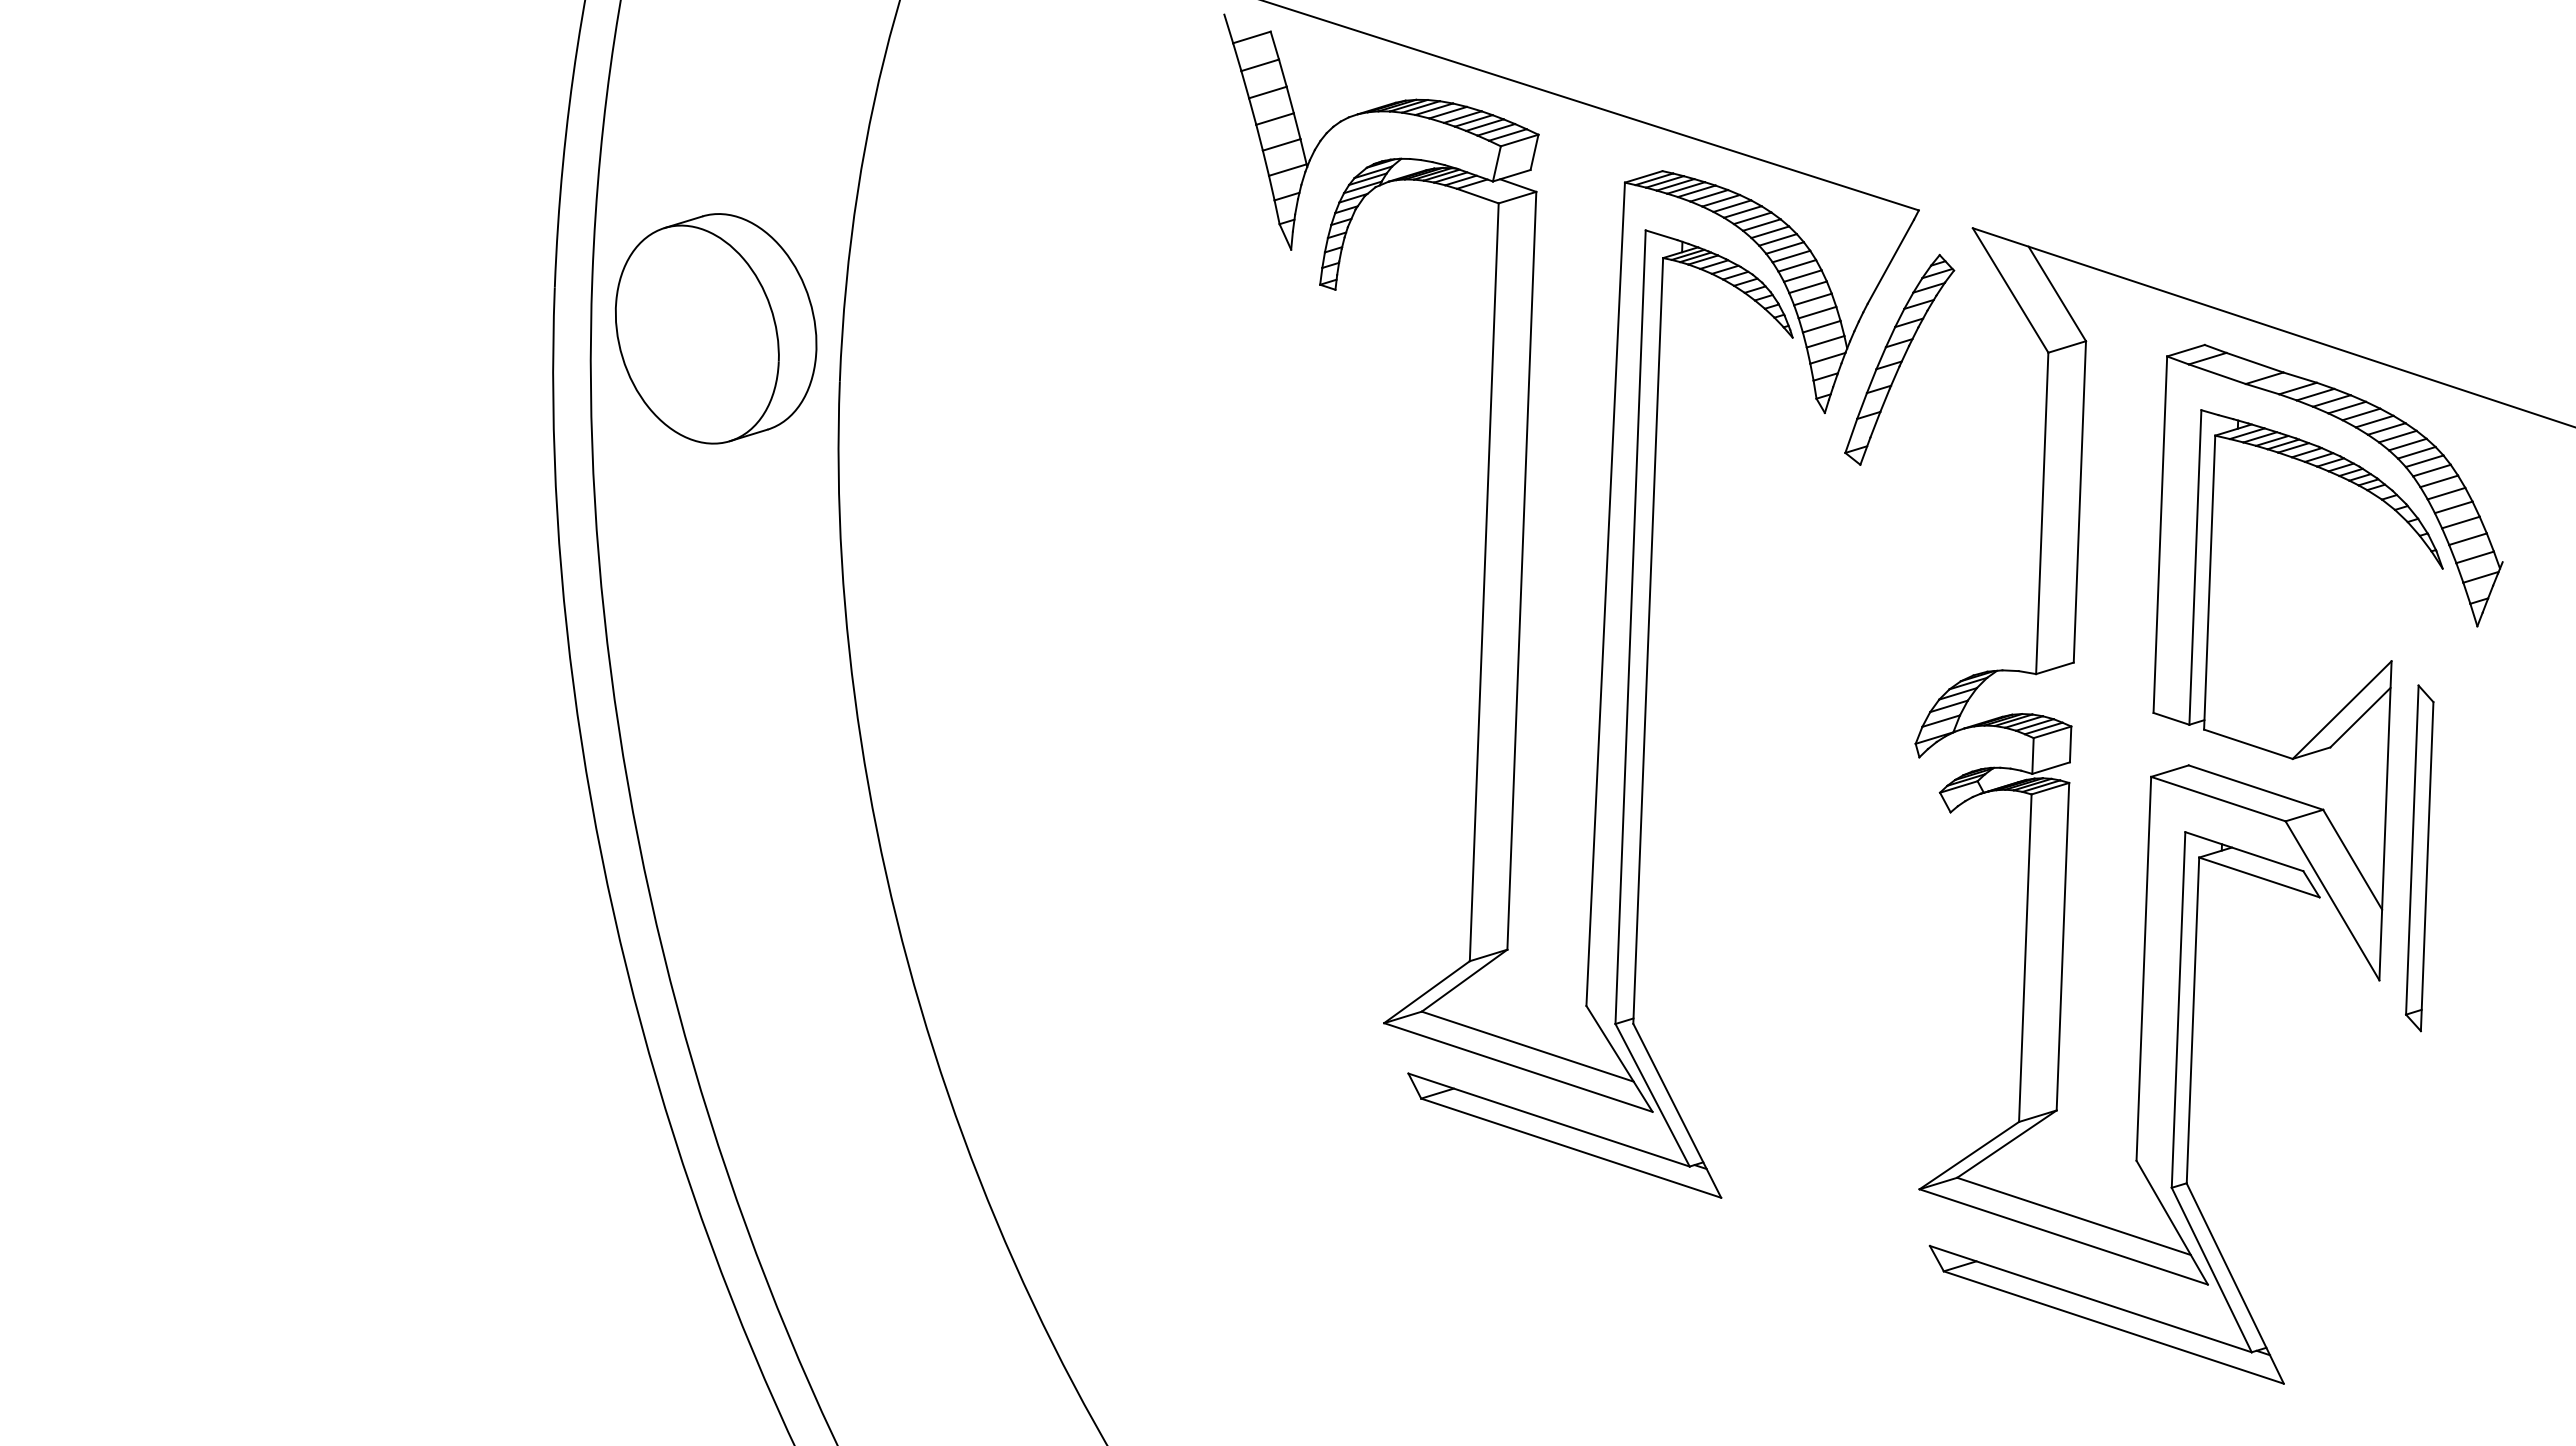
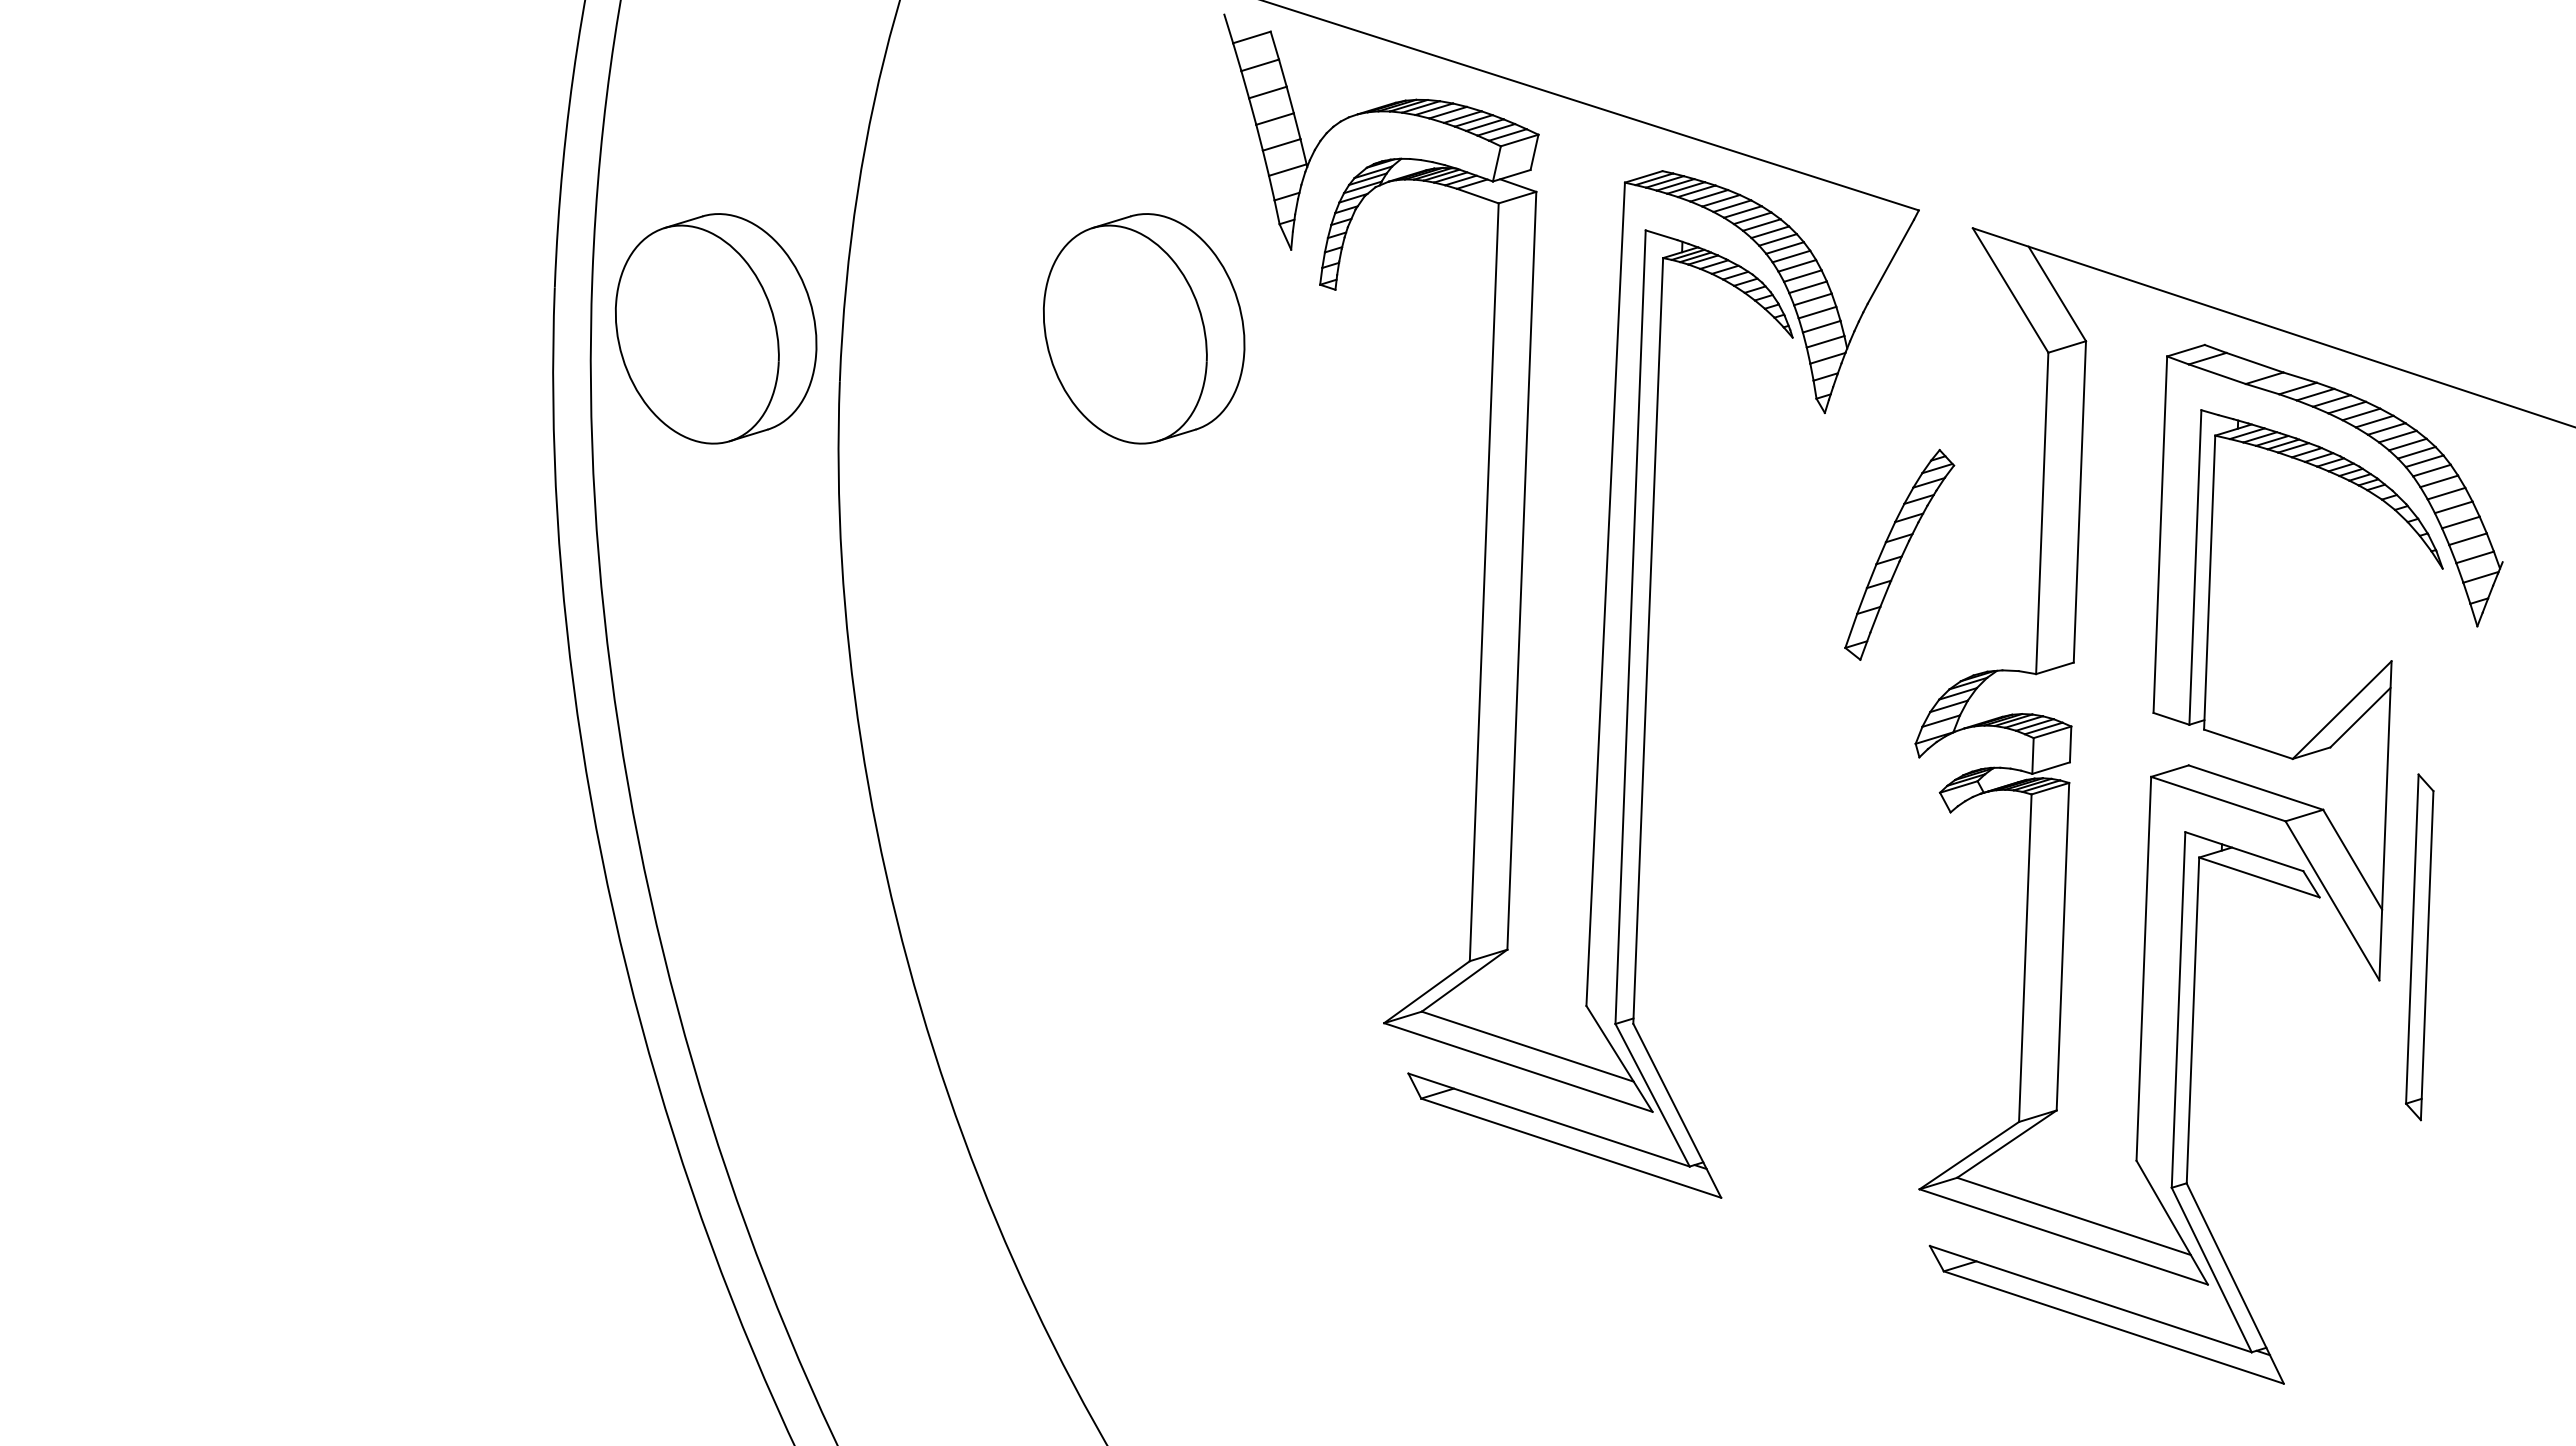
part at (1143, 328): none -> present
part at (1899, 359) position: (1899, 359) -> (1899, 554)
part at (2419, 858) position: (2419, 858) -> (2419, 947)
